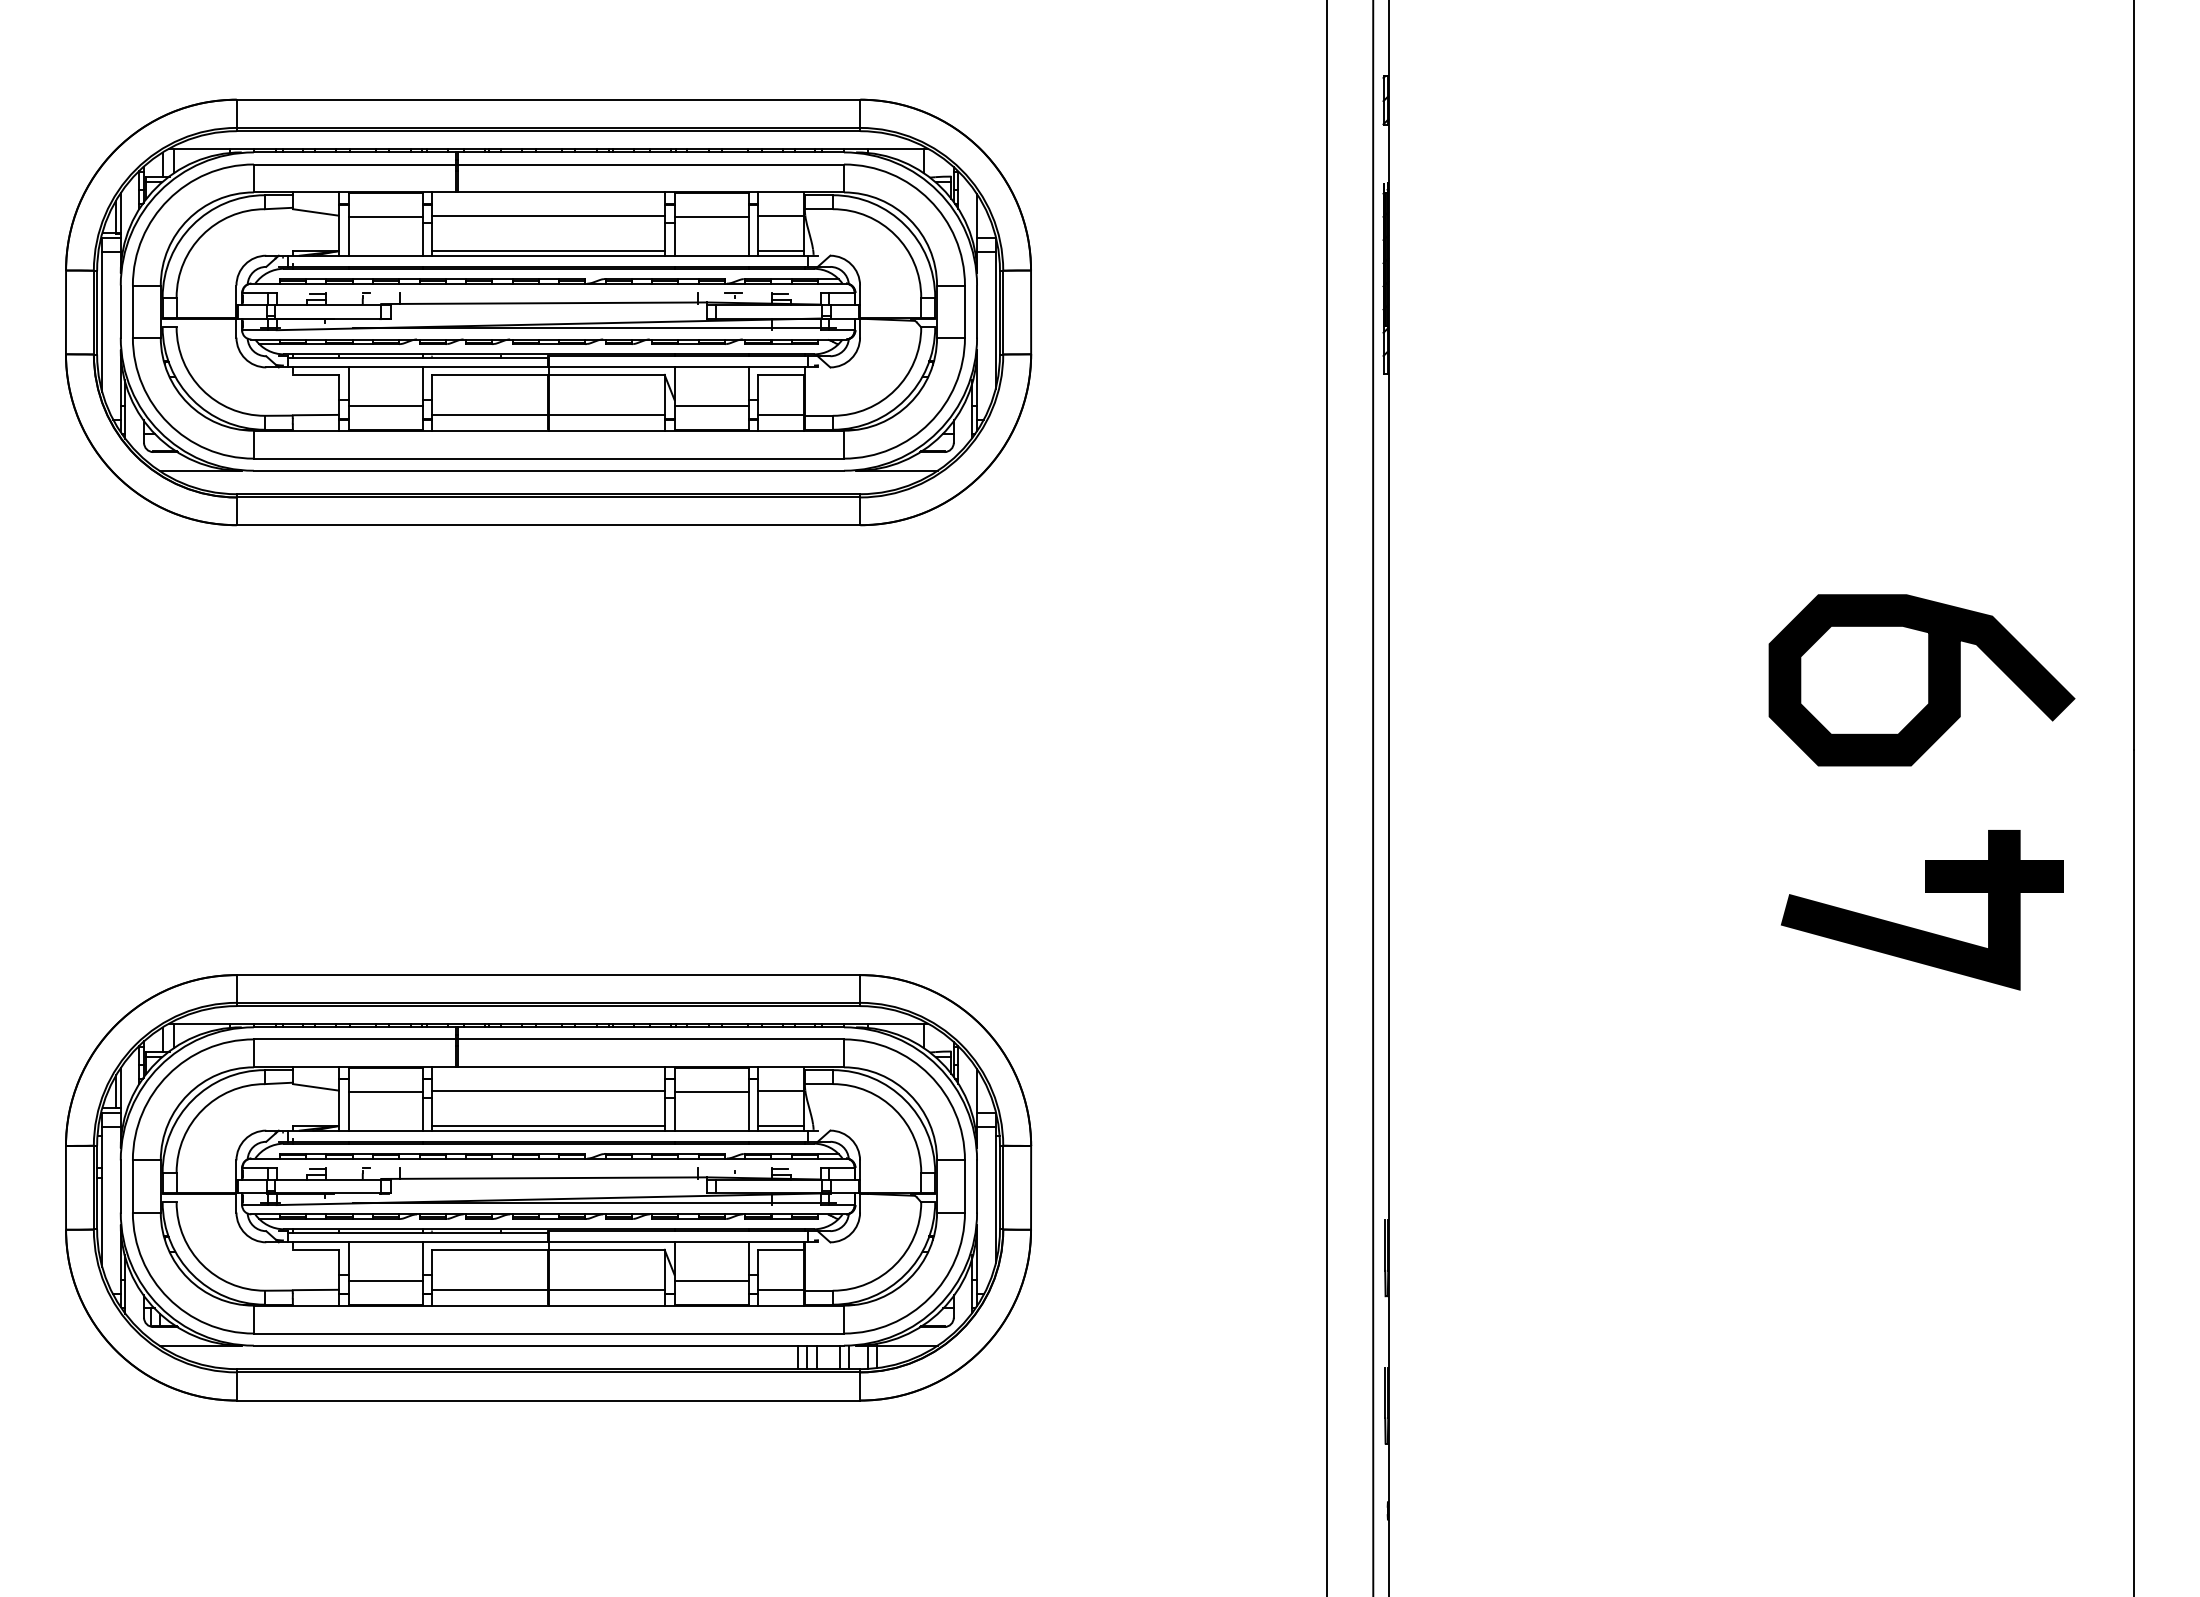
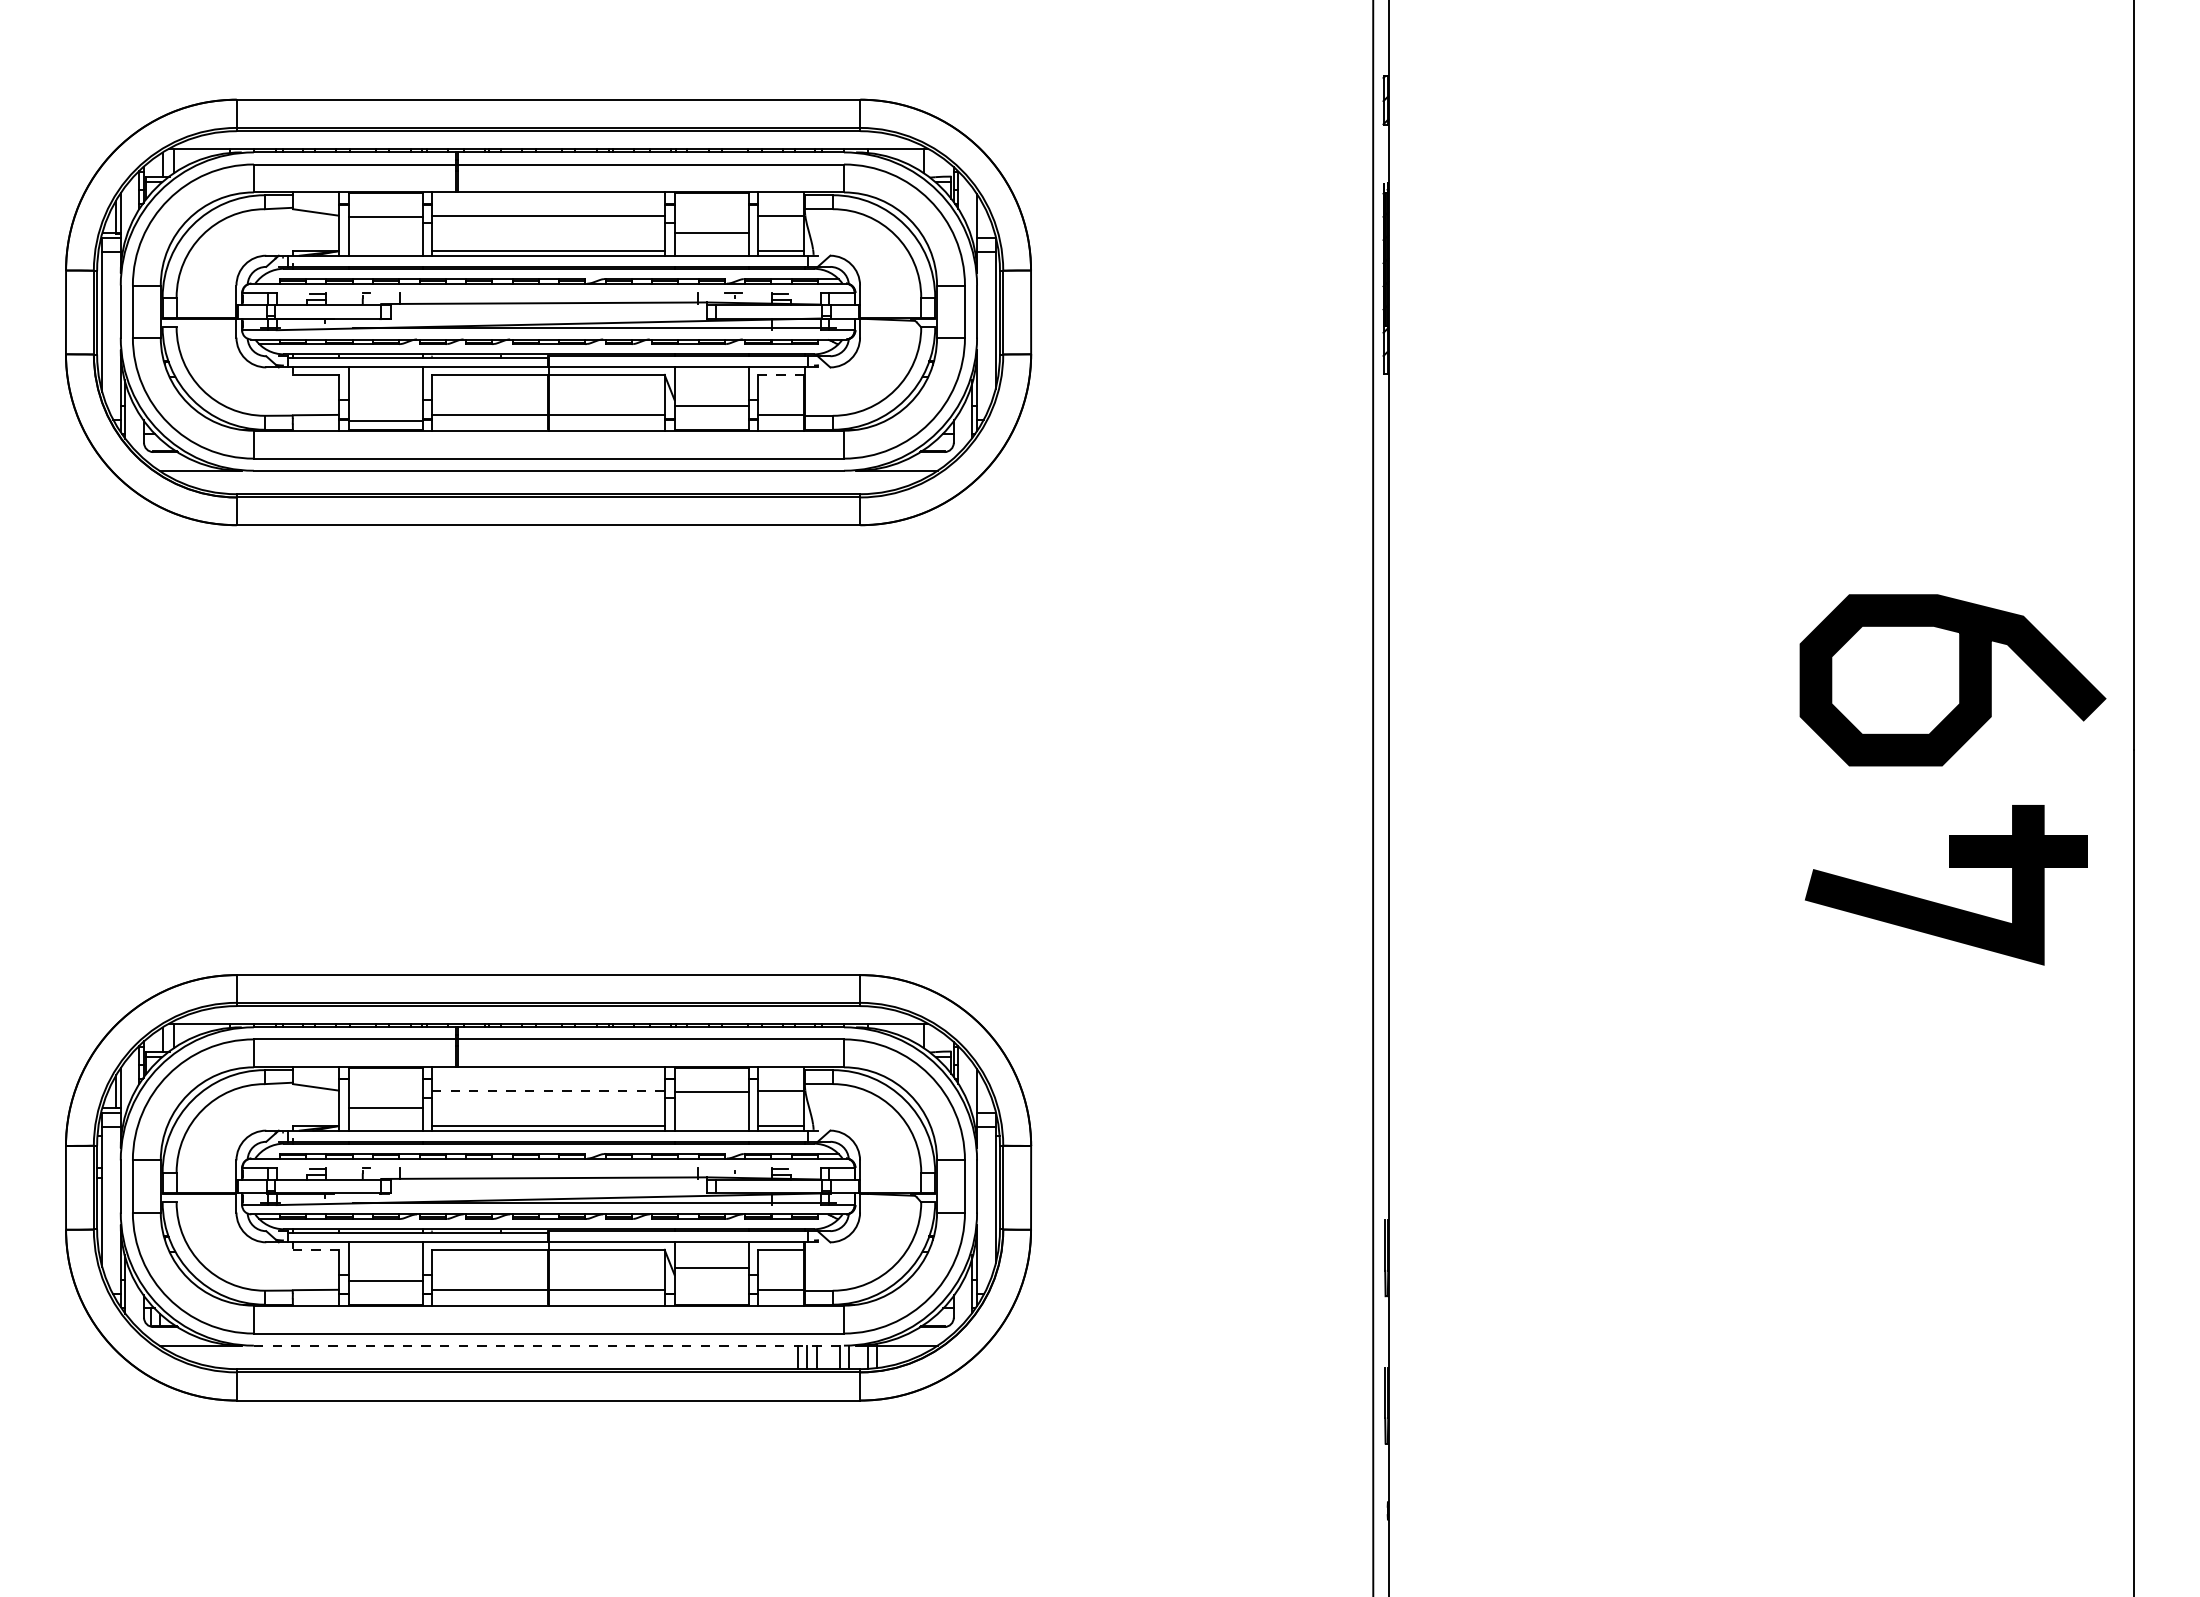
line at (711, 216) position: (711, 216) -> (711, 232)
line at (781, 374): solid -> dashed
line at (385, 406) position: (385, 406) -> (385, 421)
curve at (1928, 680) position: (1928, 680) -> (1959, 680)
line at (1326, 797): present -> none
part at (1925, 892) position: (1925, 892) -> (1949, 867)
line at (548, 1090): solid -> dashed
line at (385, 1091) position: (385, 1091) -> (385, 1107)
line at (316, 1249): solid -> dashed
line at (711, 1281) position: (711, 1281) -> (711, 1268)
line at (549, 1345): solid -> dashed
